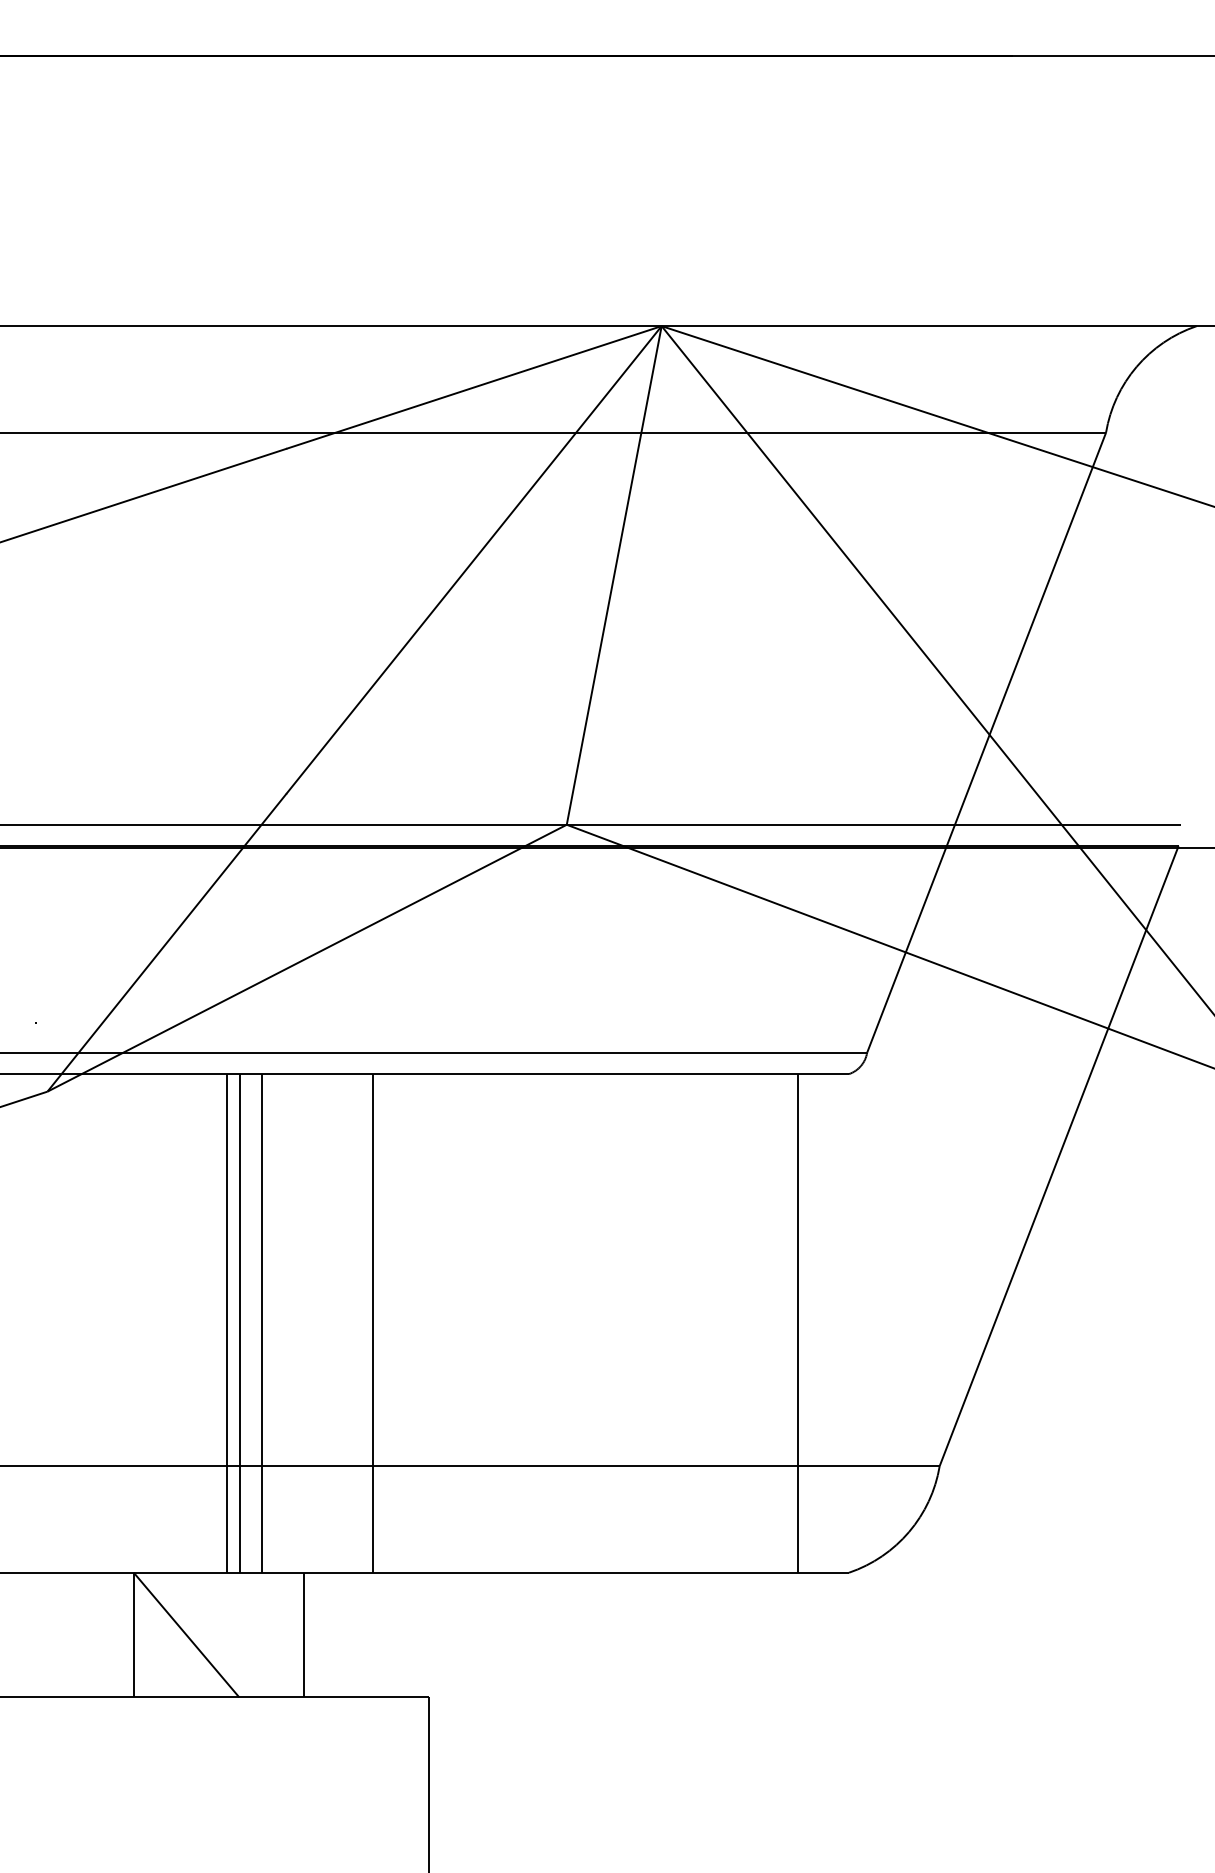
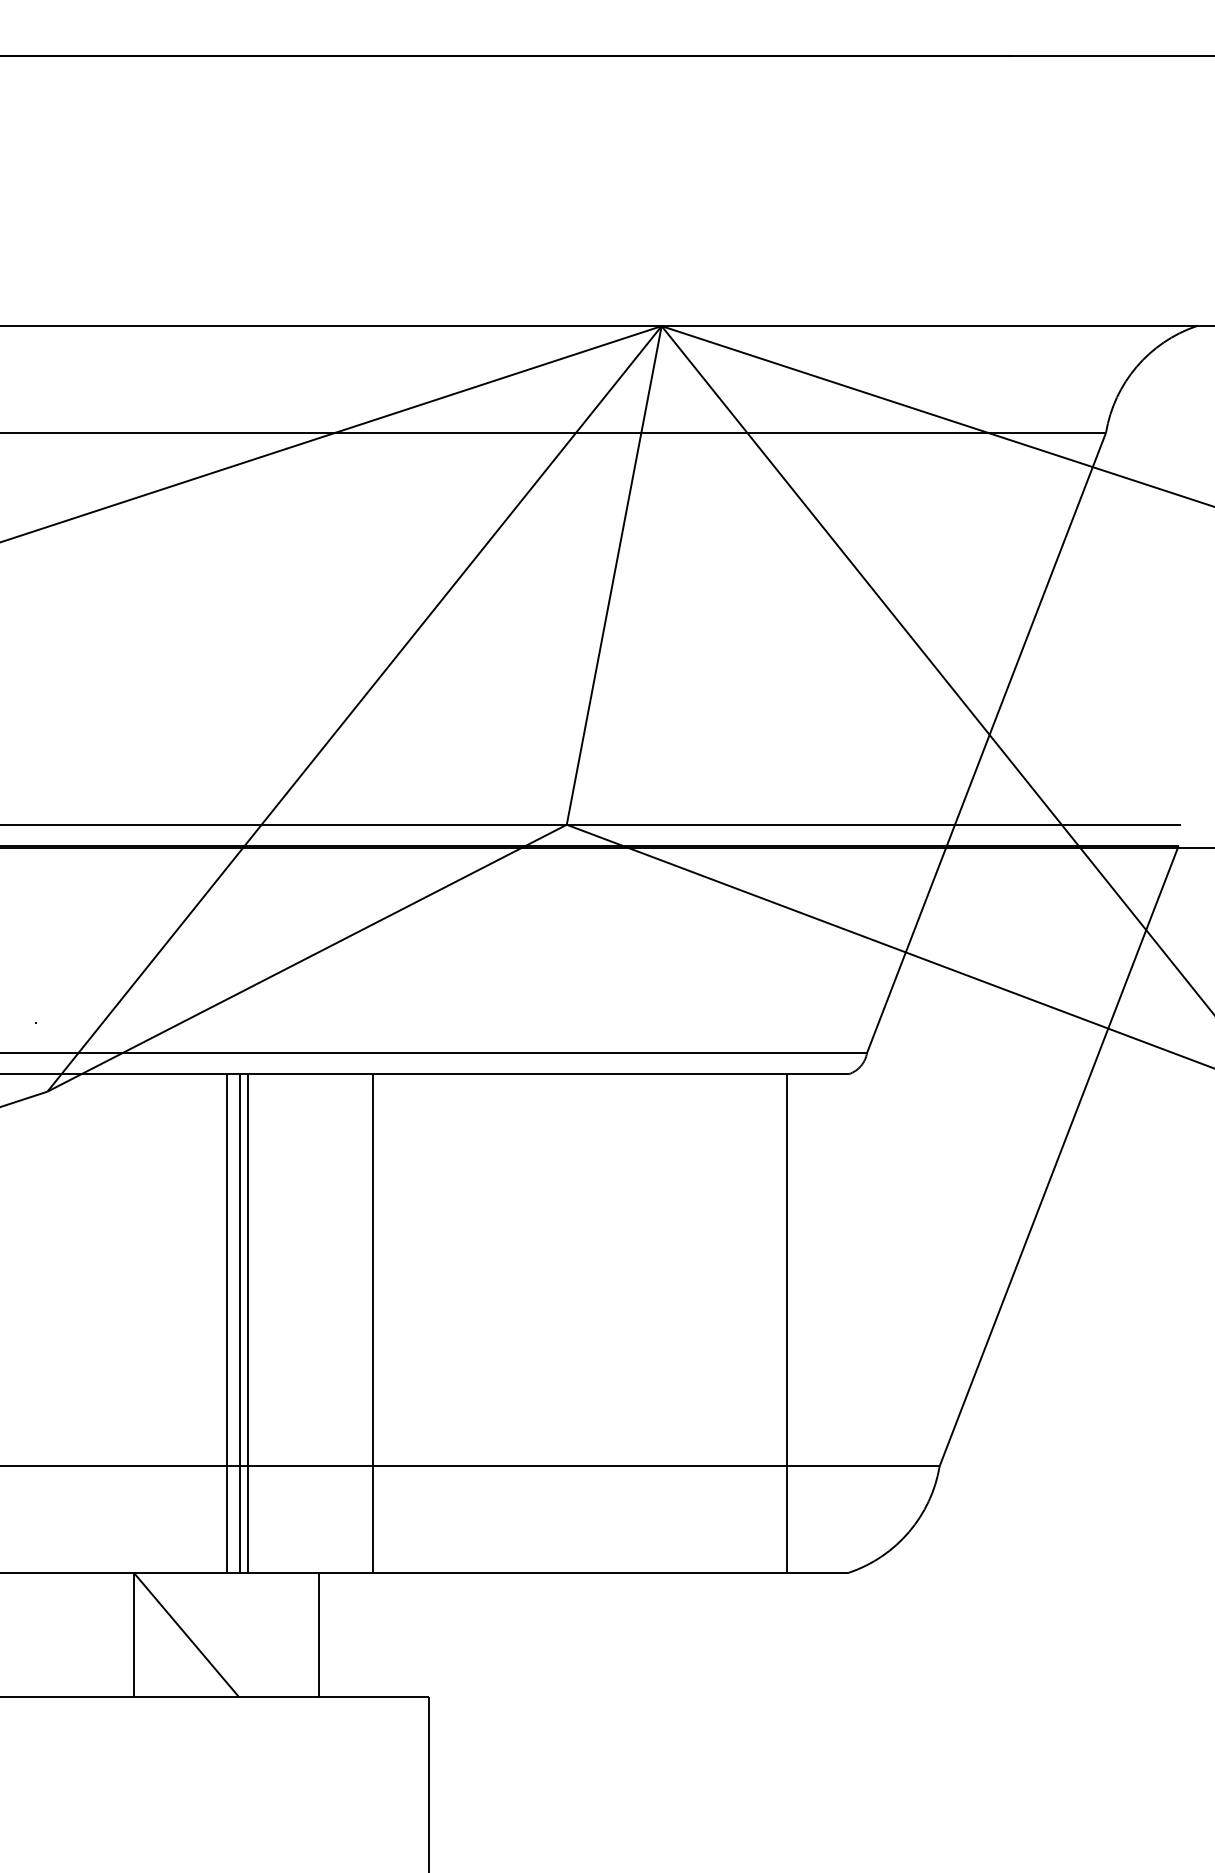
line at (262, 1323) position: (262, 1323) -> (248, 1323)
line at (797, 1323) position: (797, 1323) -> (786, 1323)
line at (304, 1634) position: (304, 1634) -> (319, 1634)
